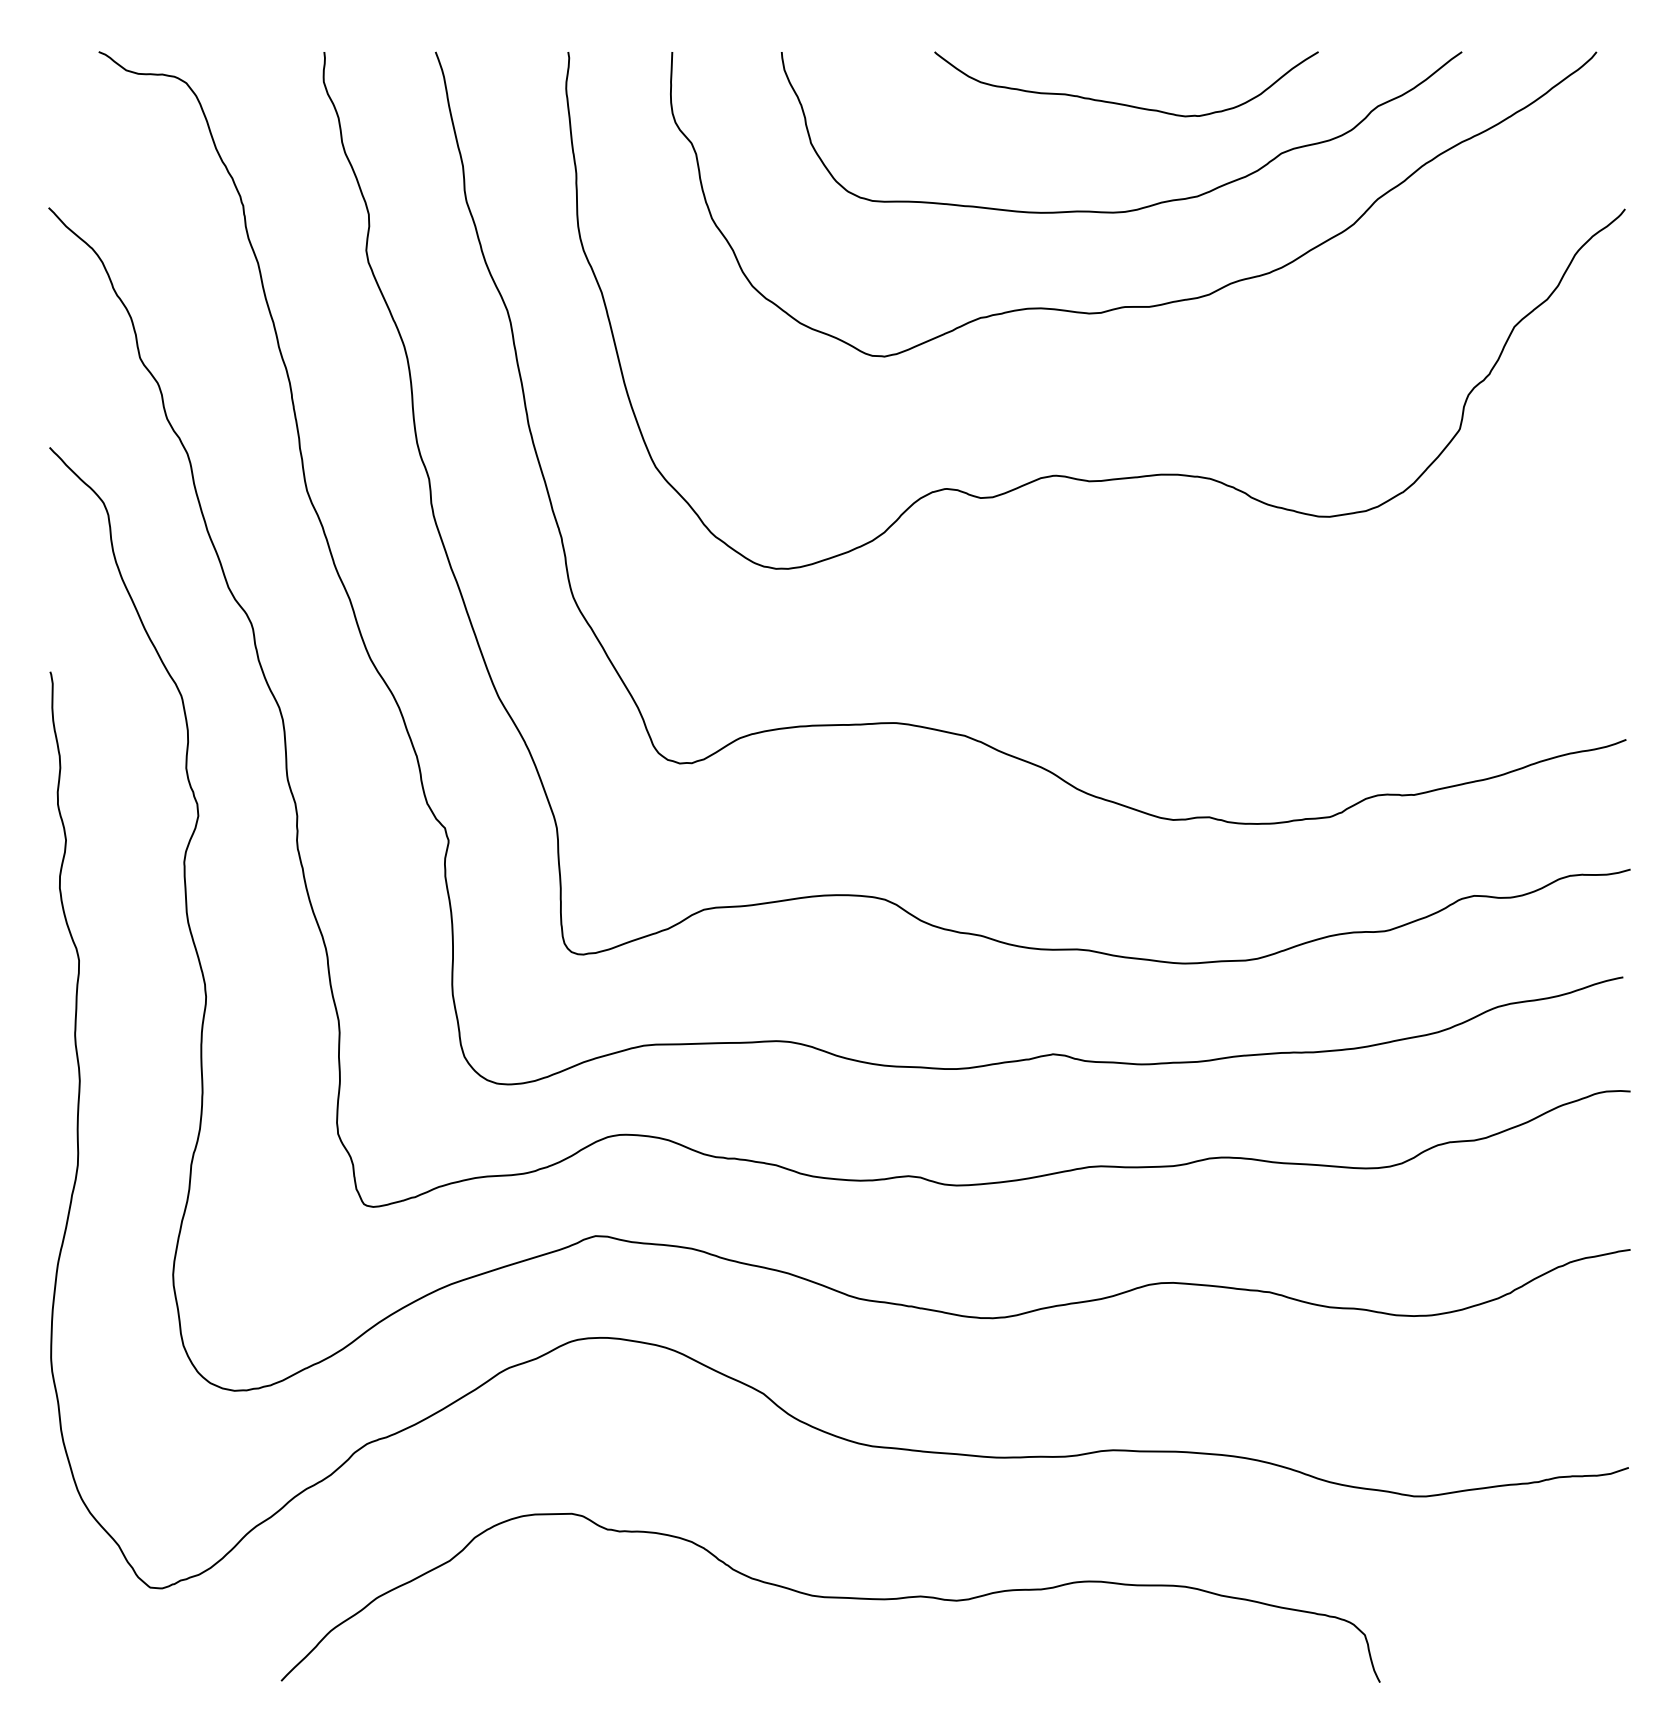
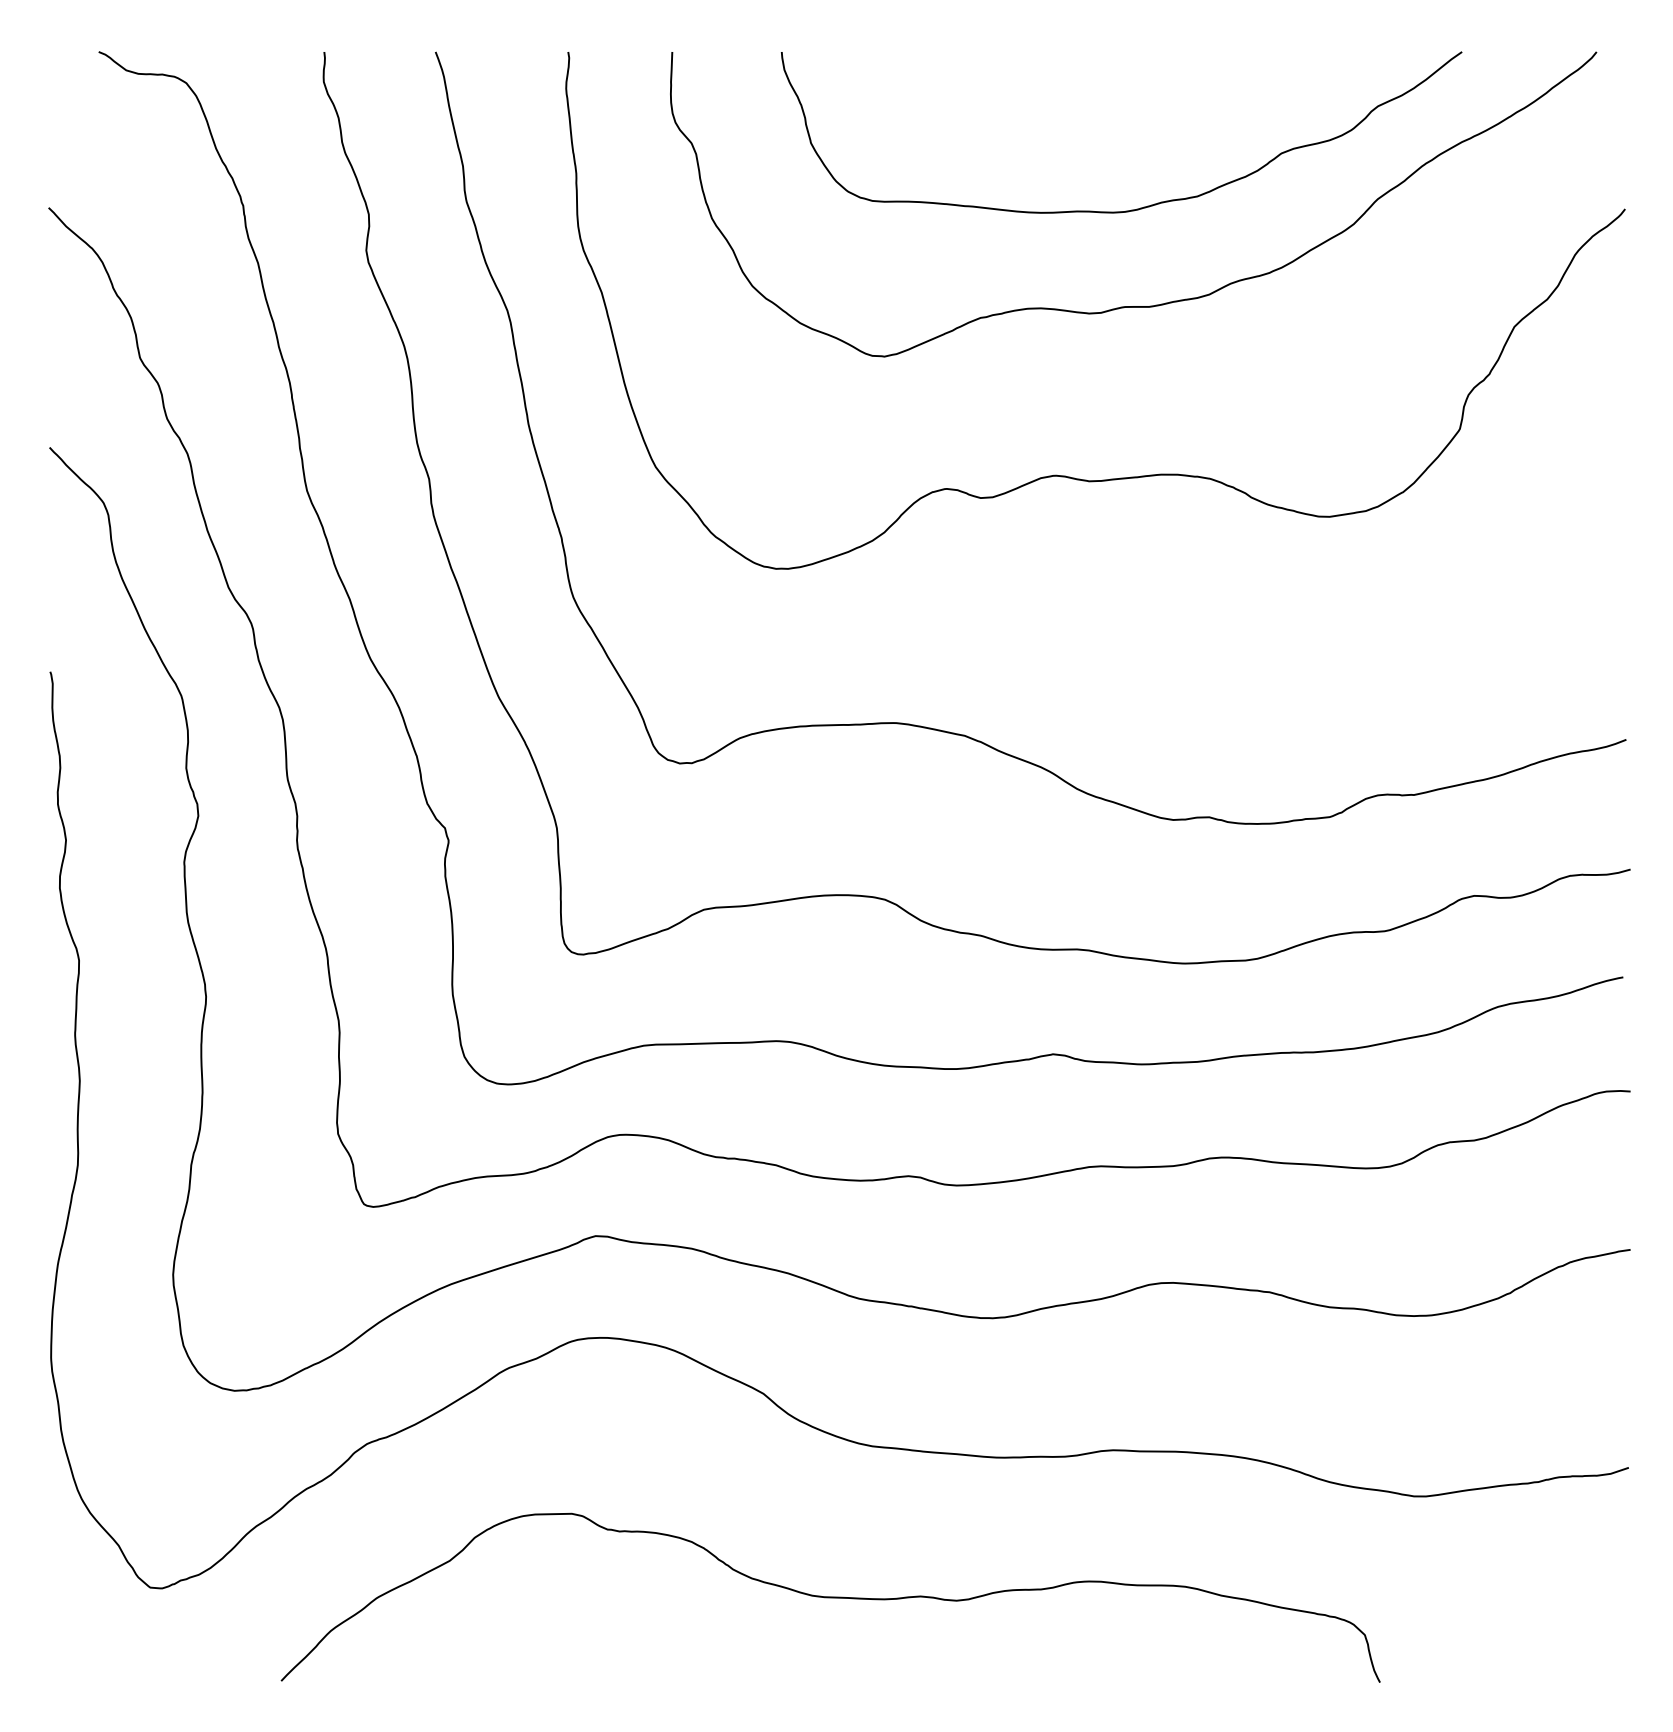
curve at (1123, 103): present -> none
